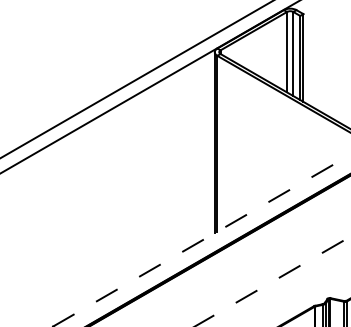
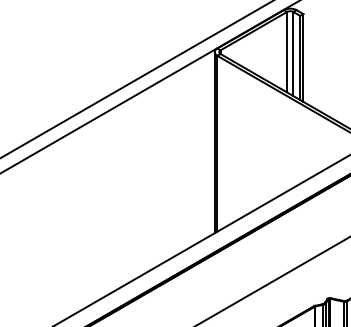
line at (201, 240): dashed -> solid
line at (272, 281): dashed -> solid
